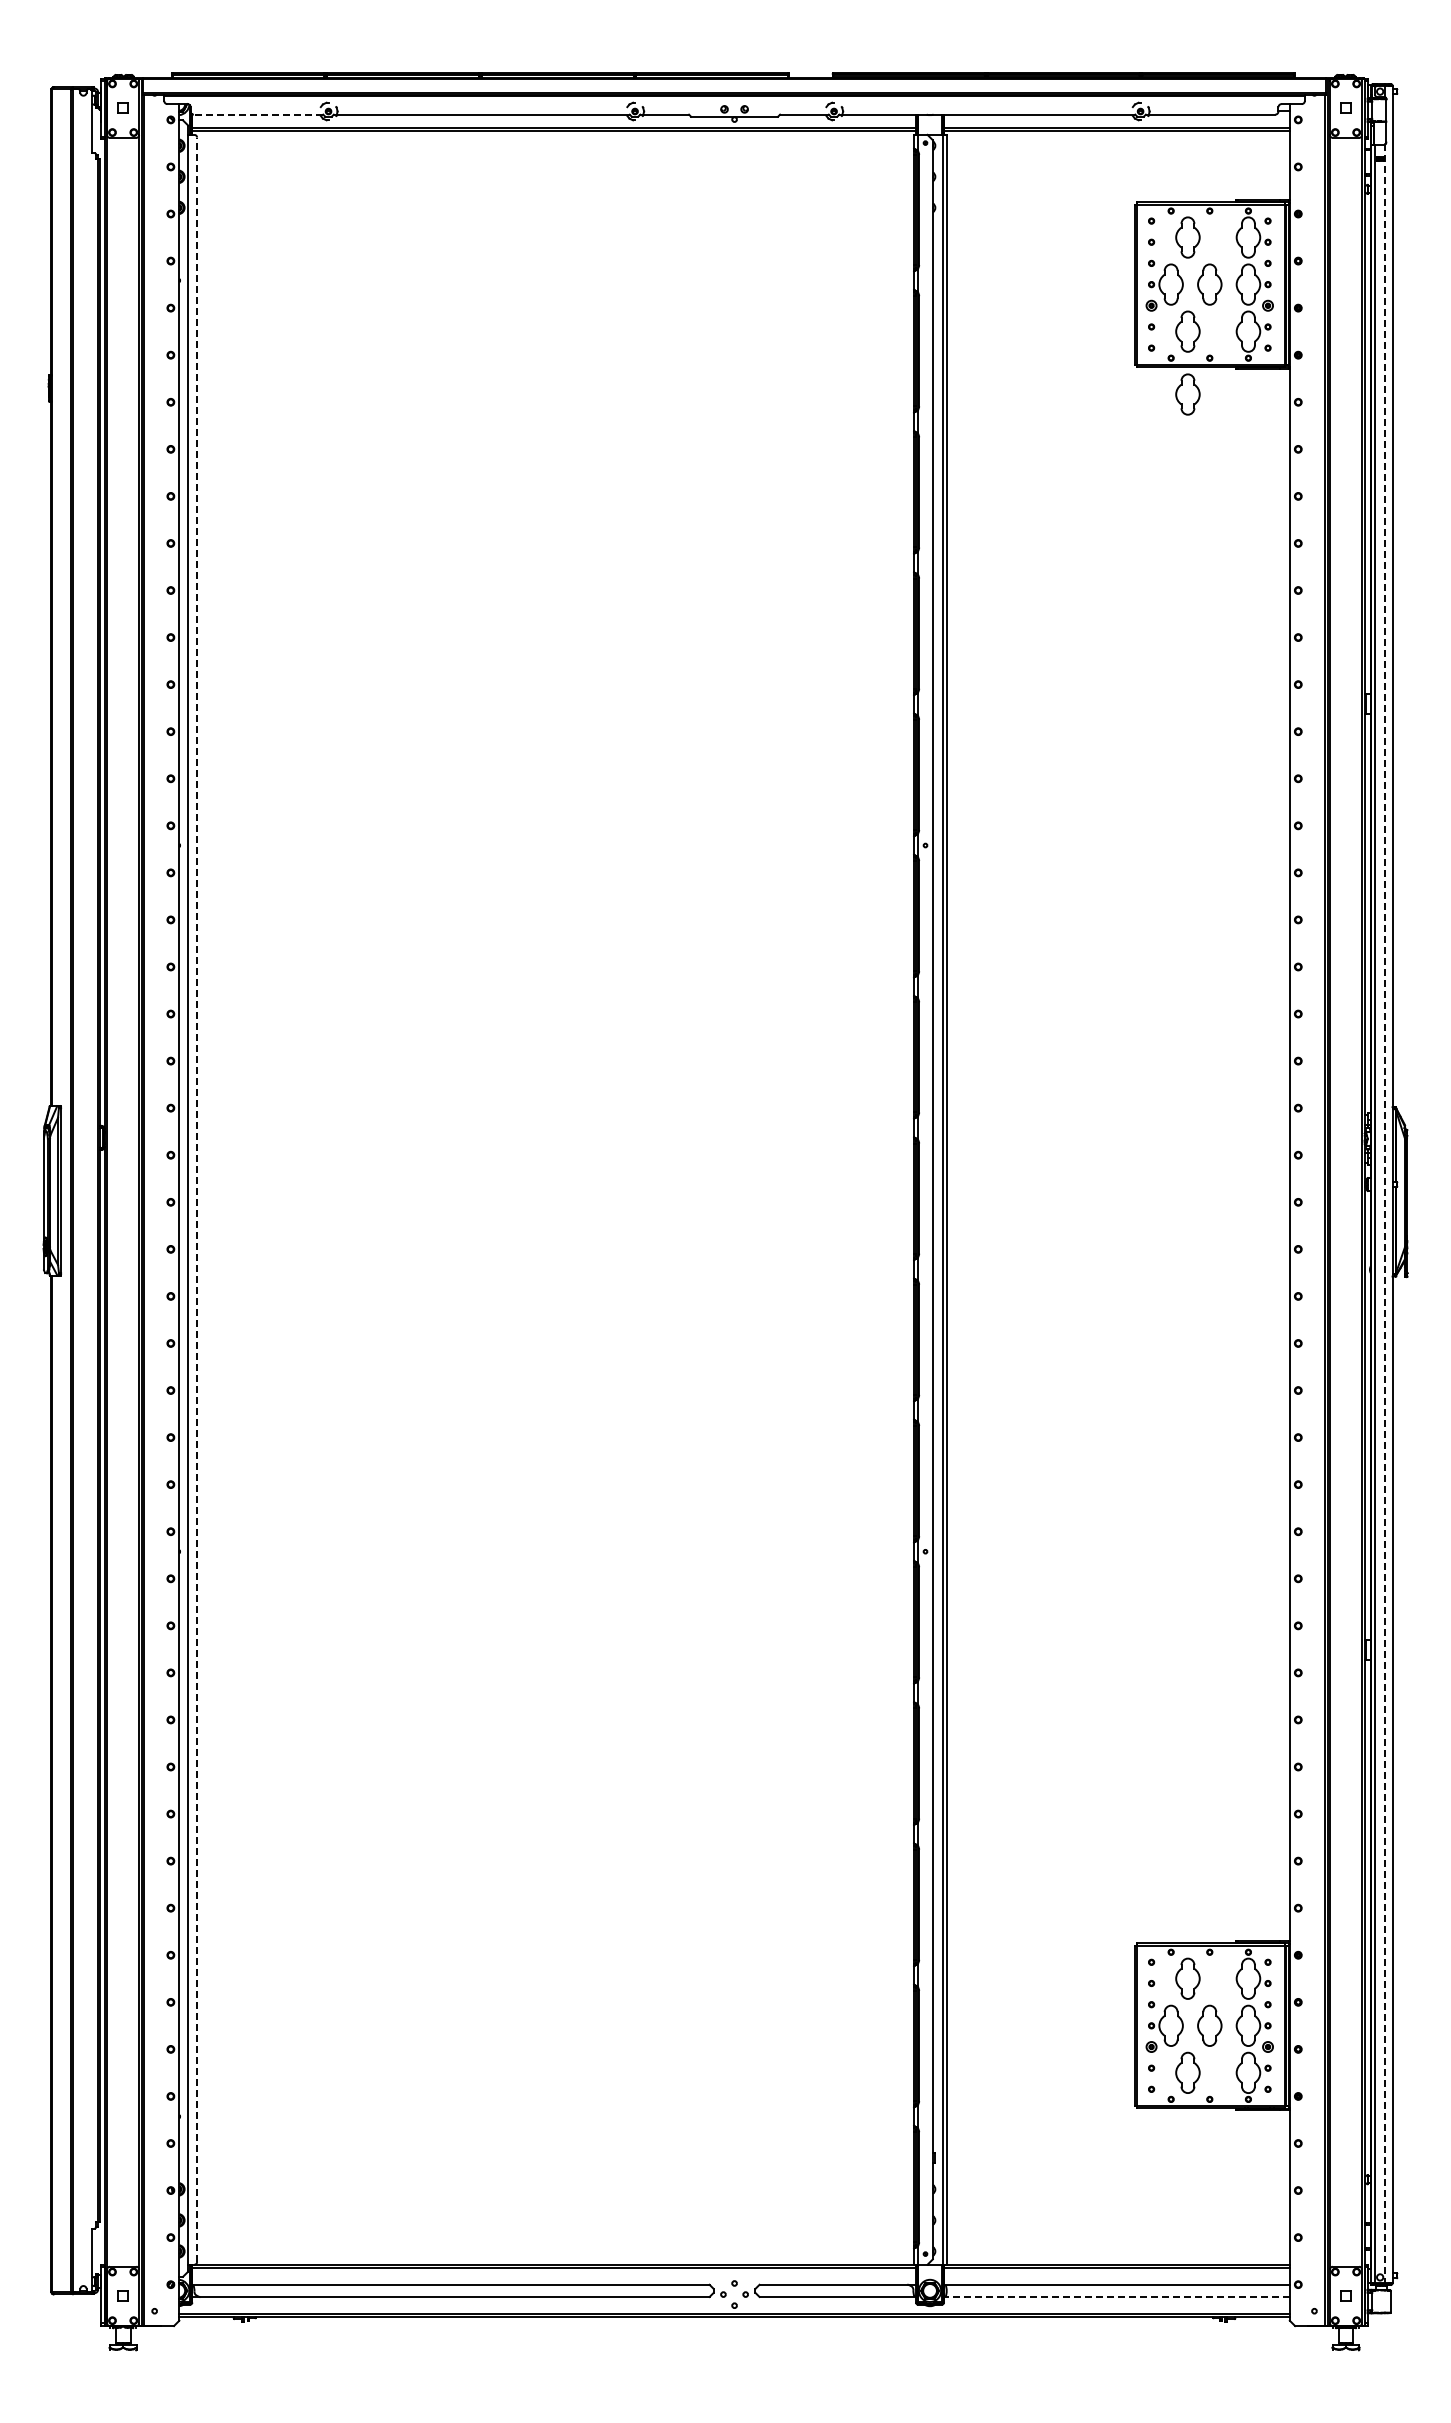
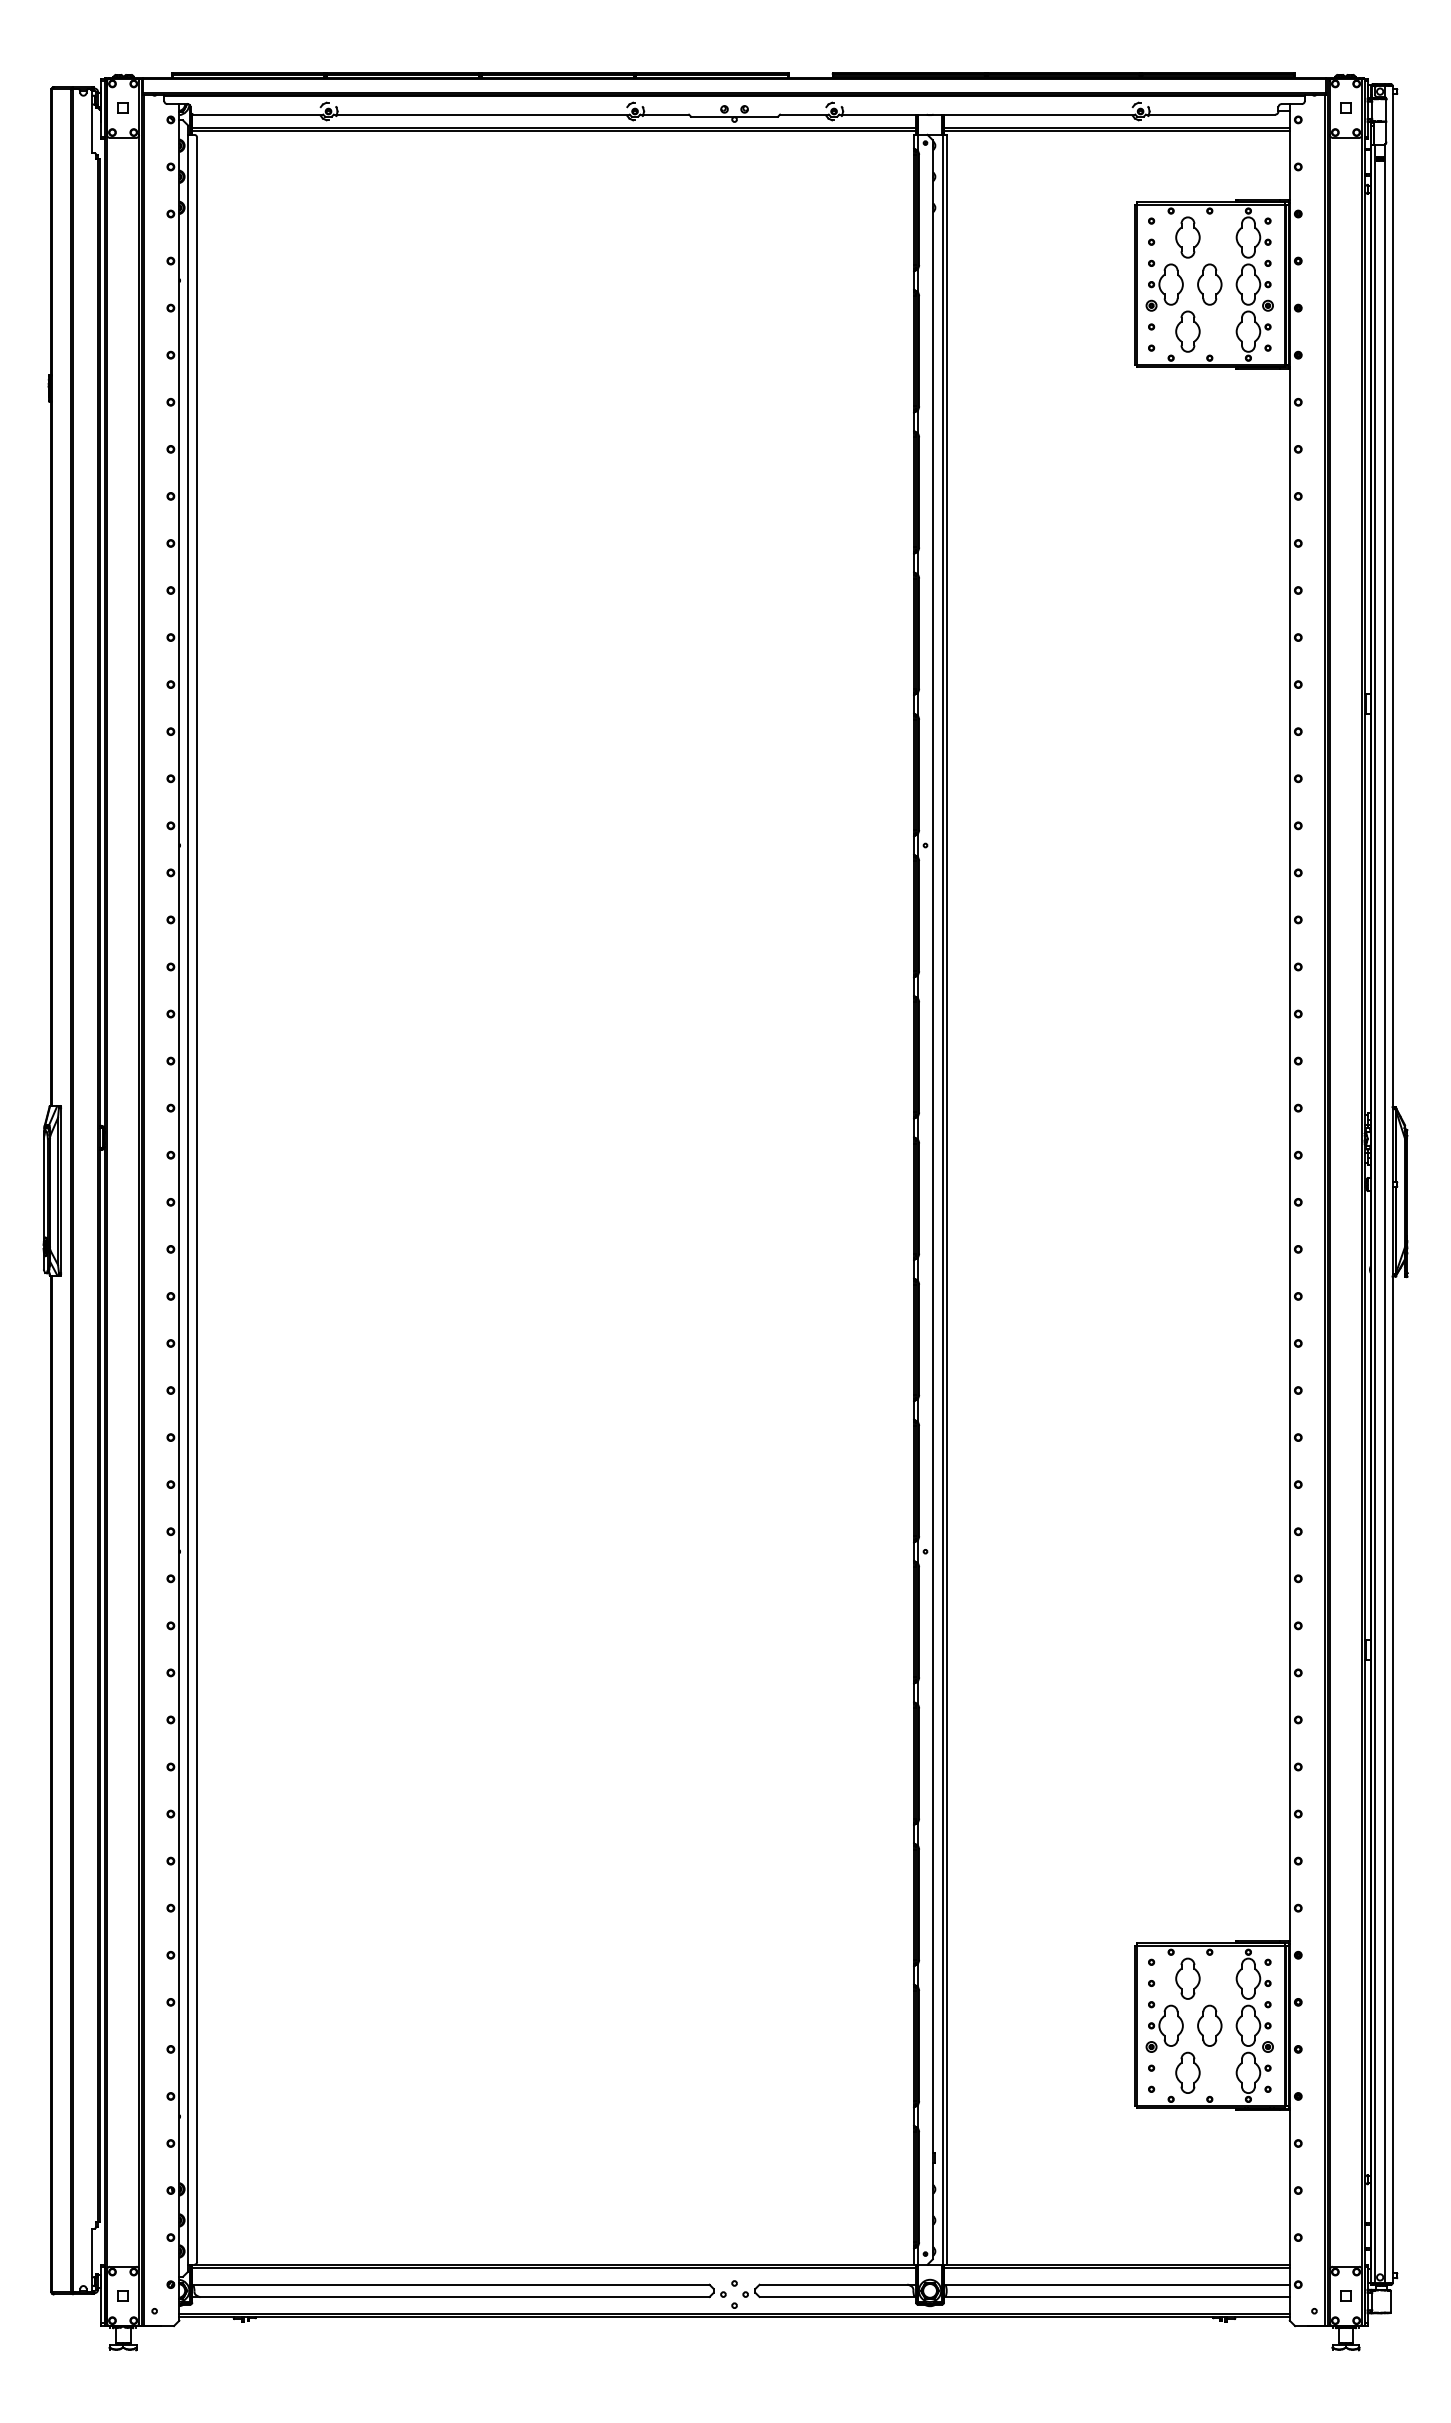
line at (258, 114): dashed -> solid
part at (1187, 394): present -> none
line at (197, 1199): dashed -> solid
line at (1385, 1214): dashed -> solid
line at (1116, 2296): dashed -> solid
